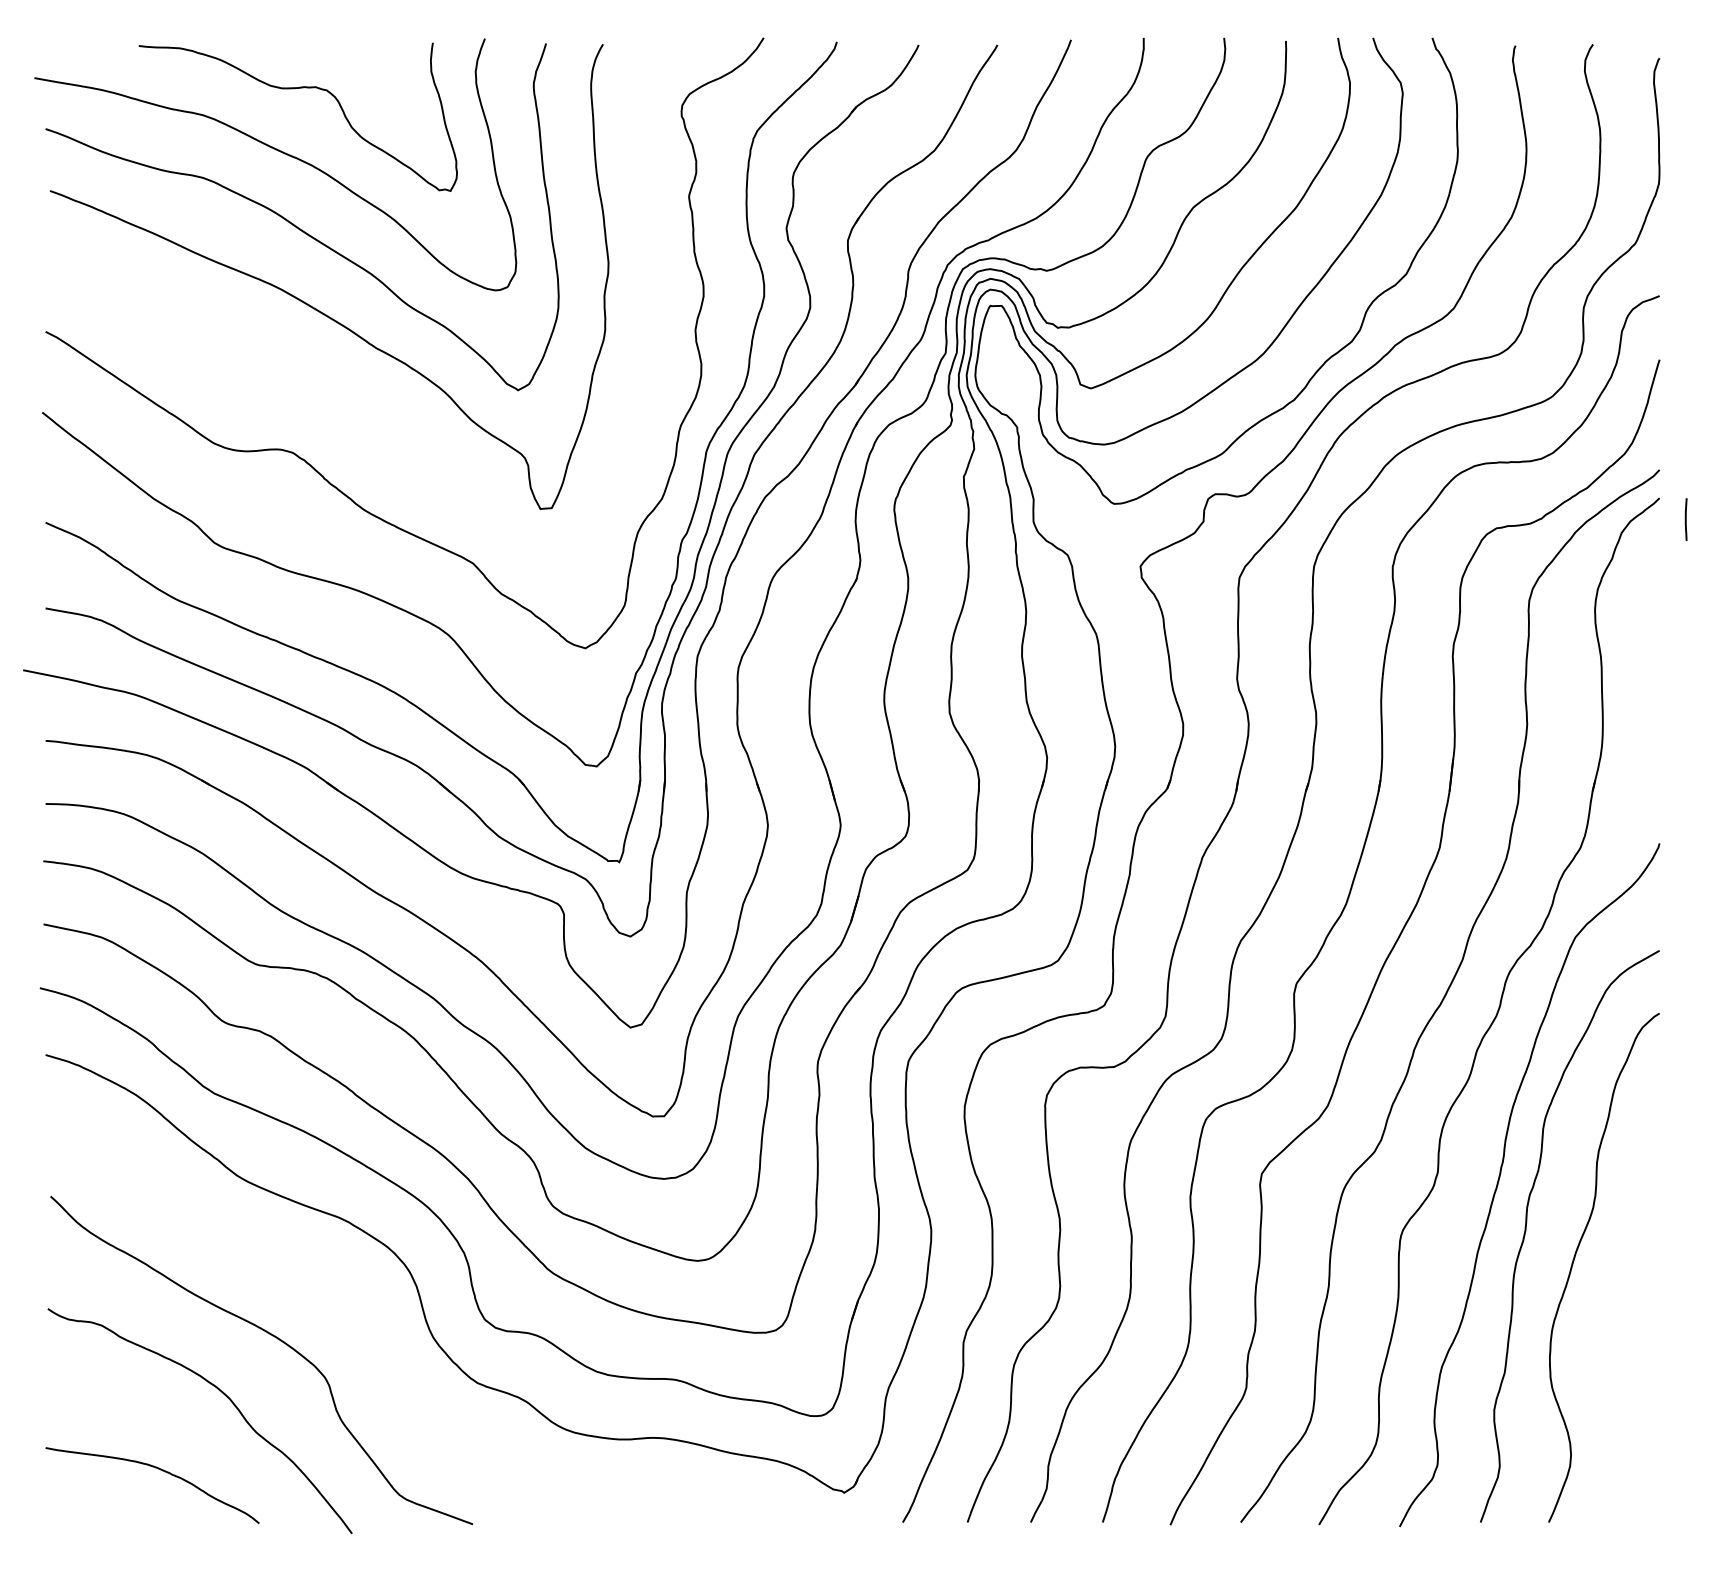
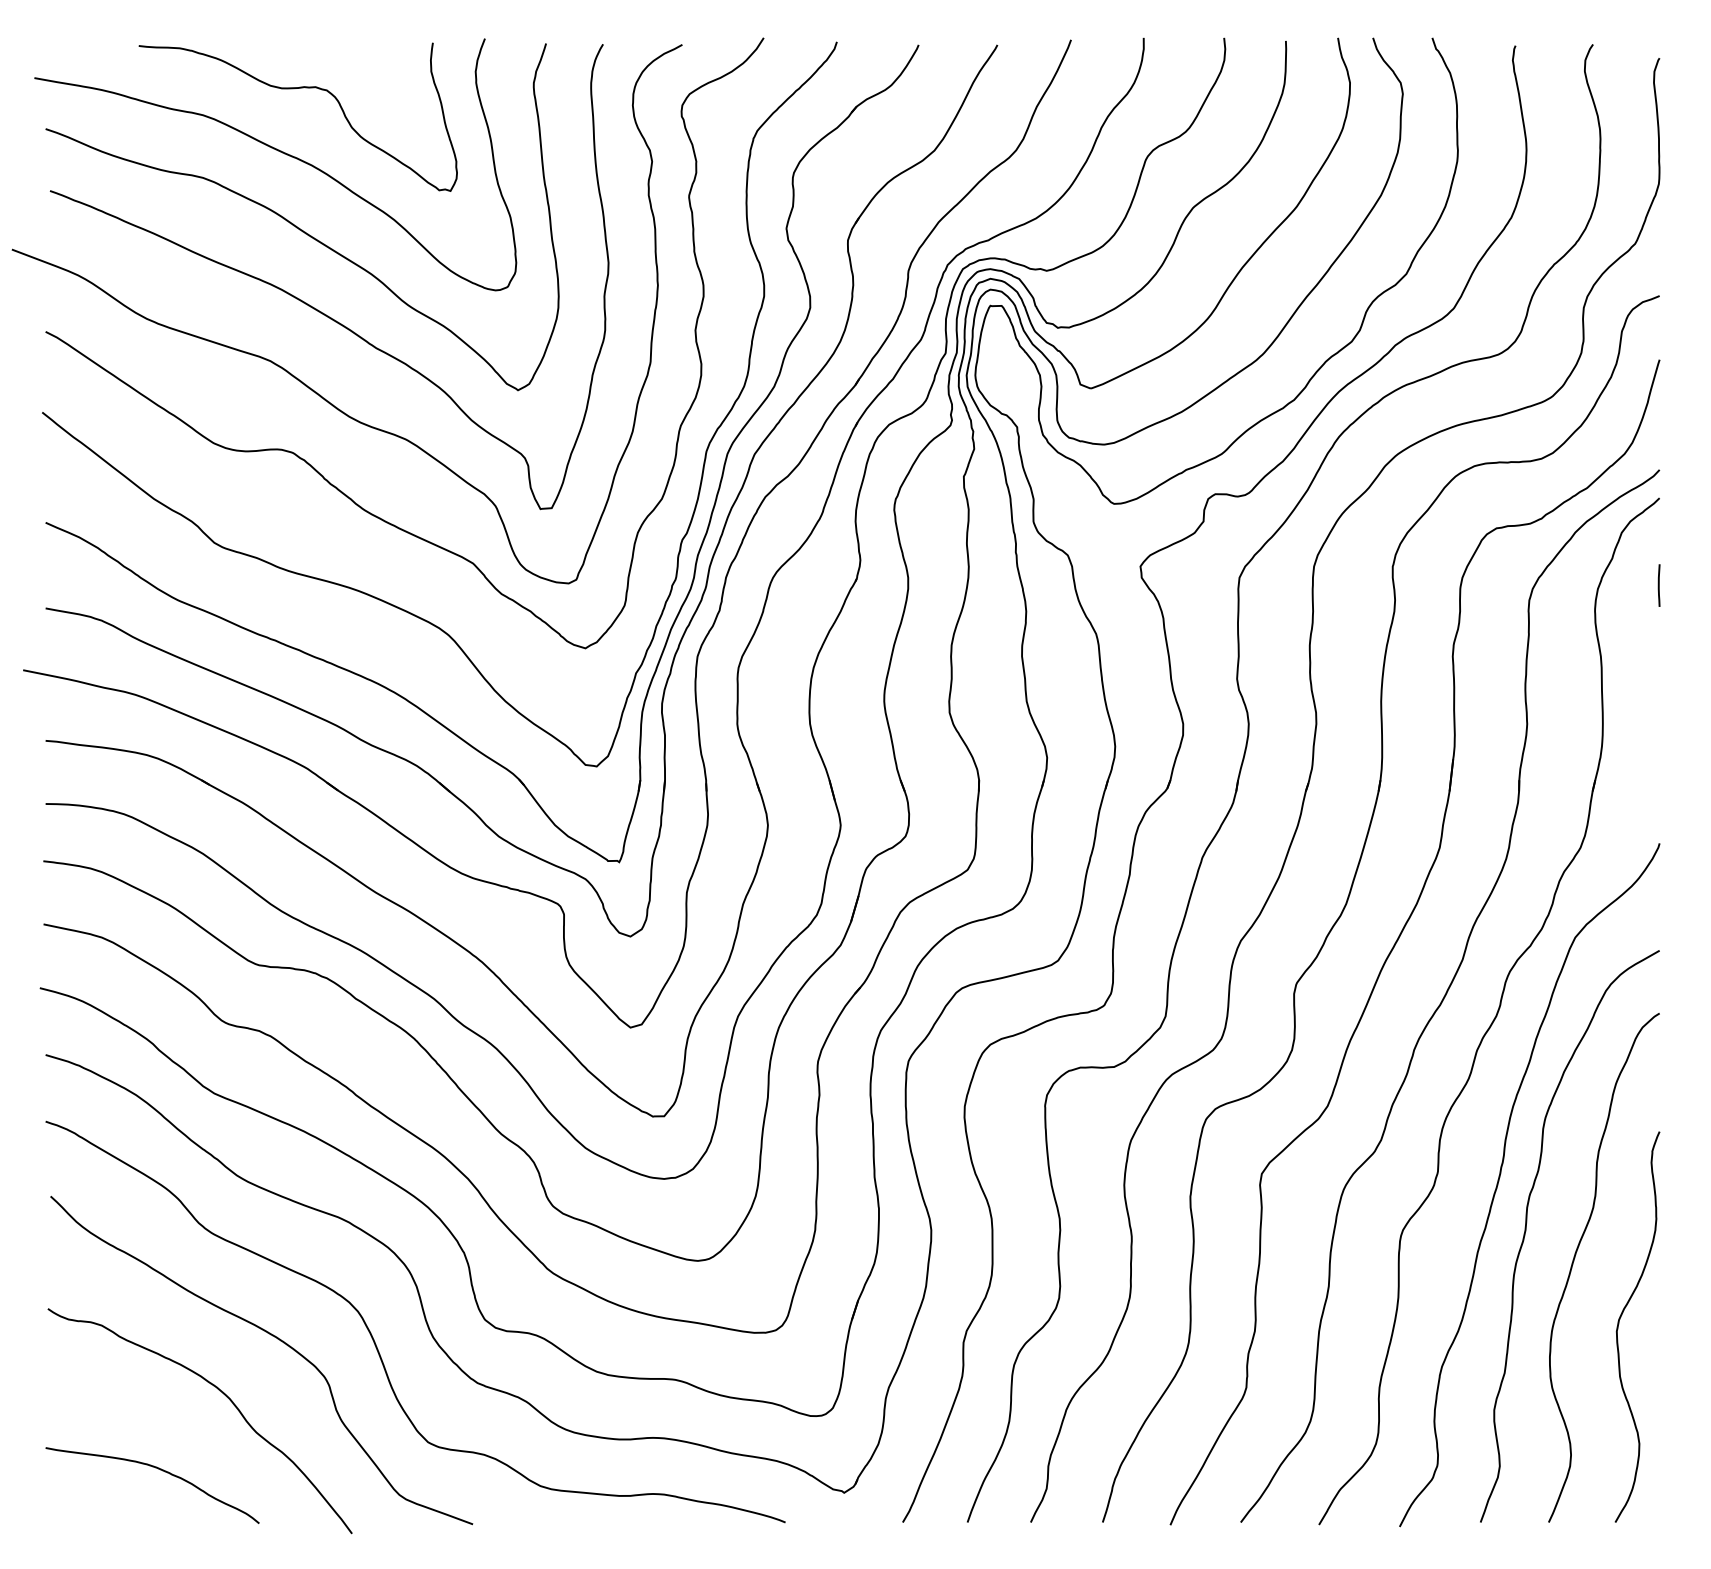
curve at (297, 377): none -> present
line at (1685, 519) position: (1685, 519) -> (1658, 585)
curve at (1619, 1324): none -> present
curve at (375, 1341): none -> present
